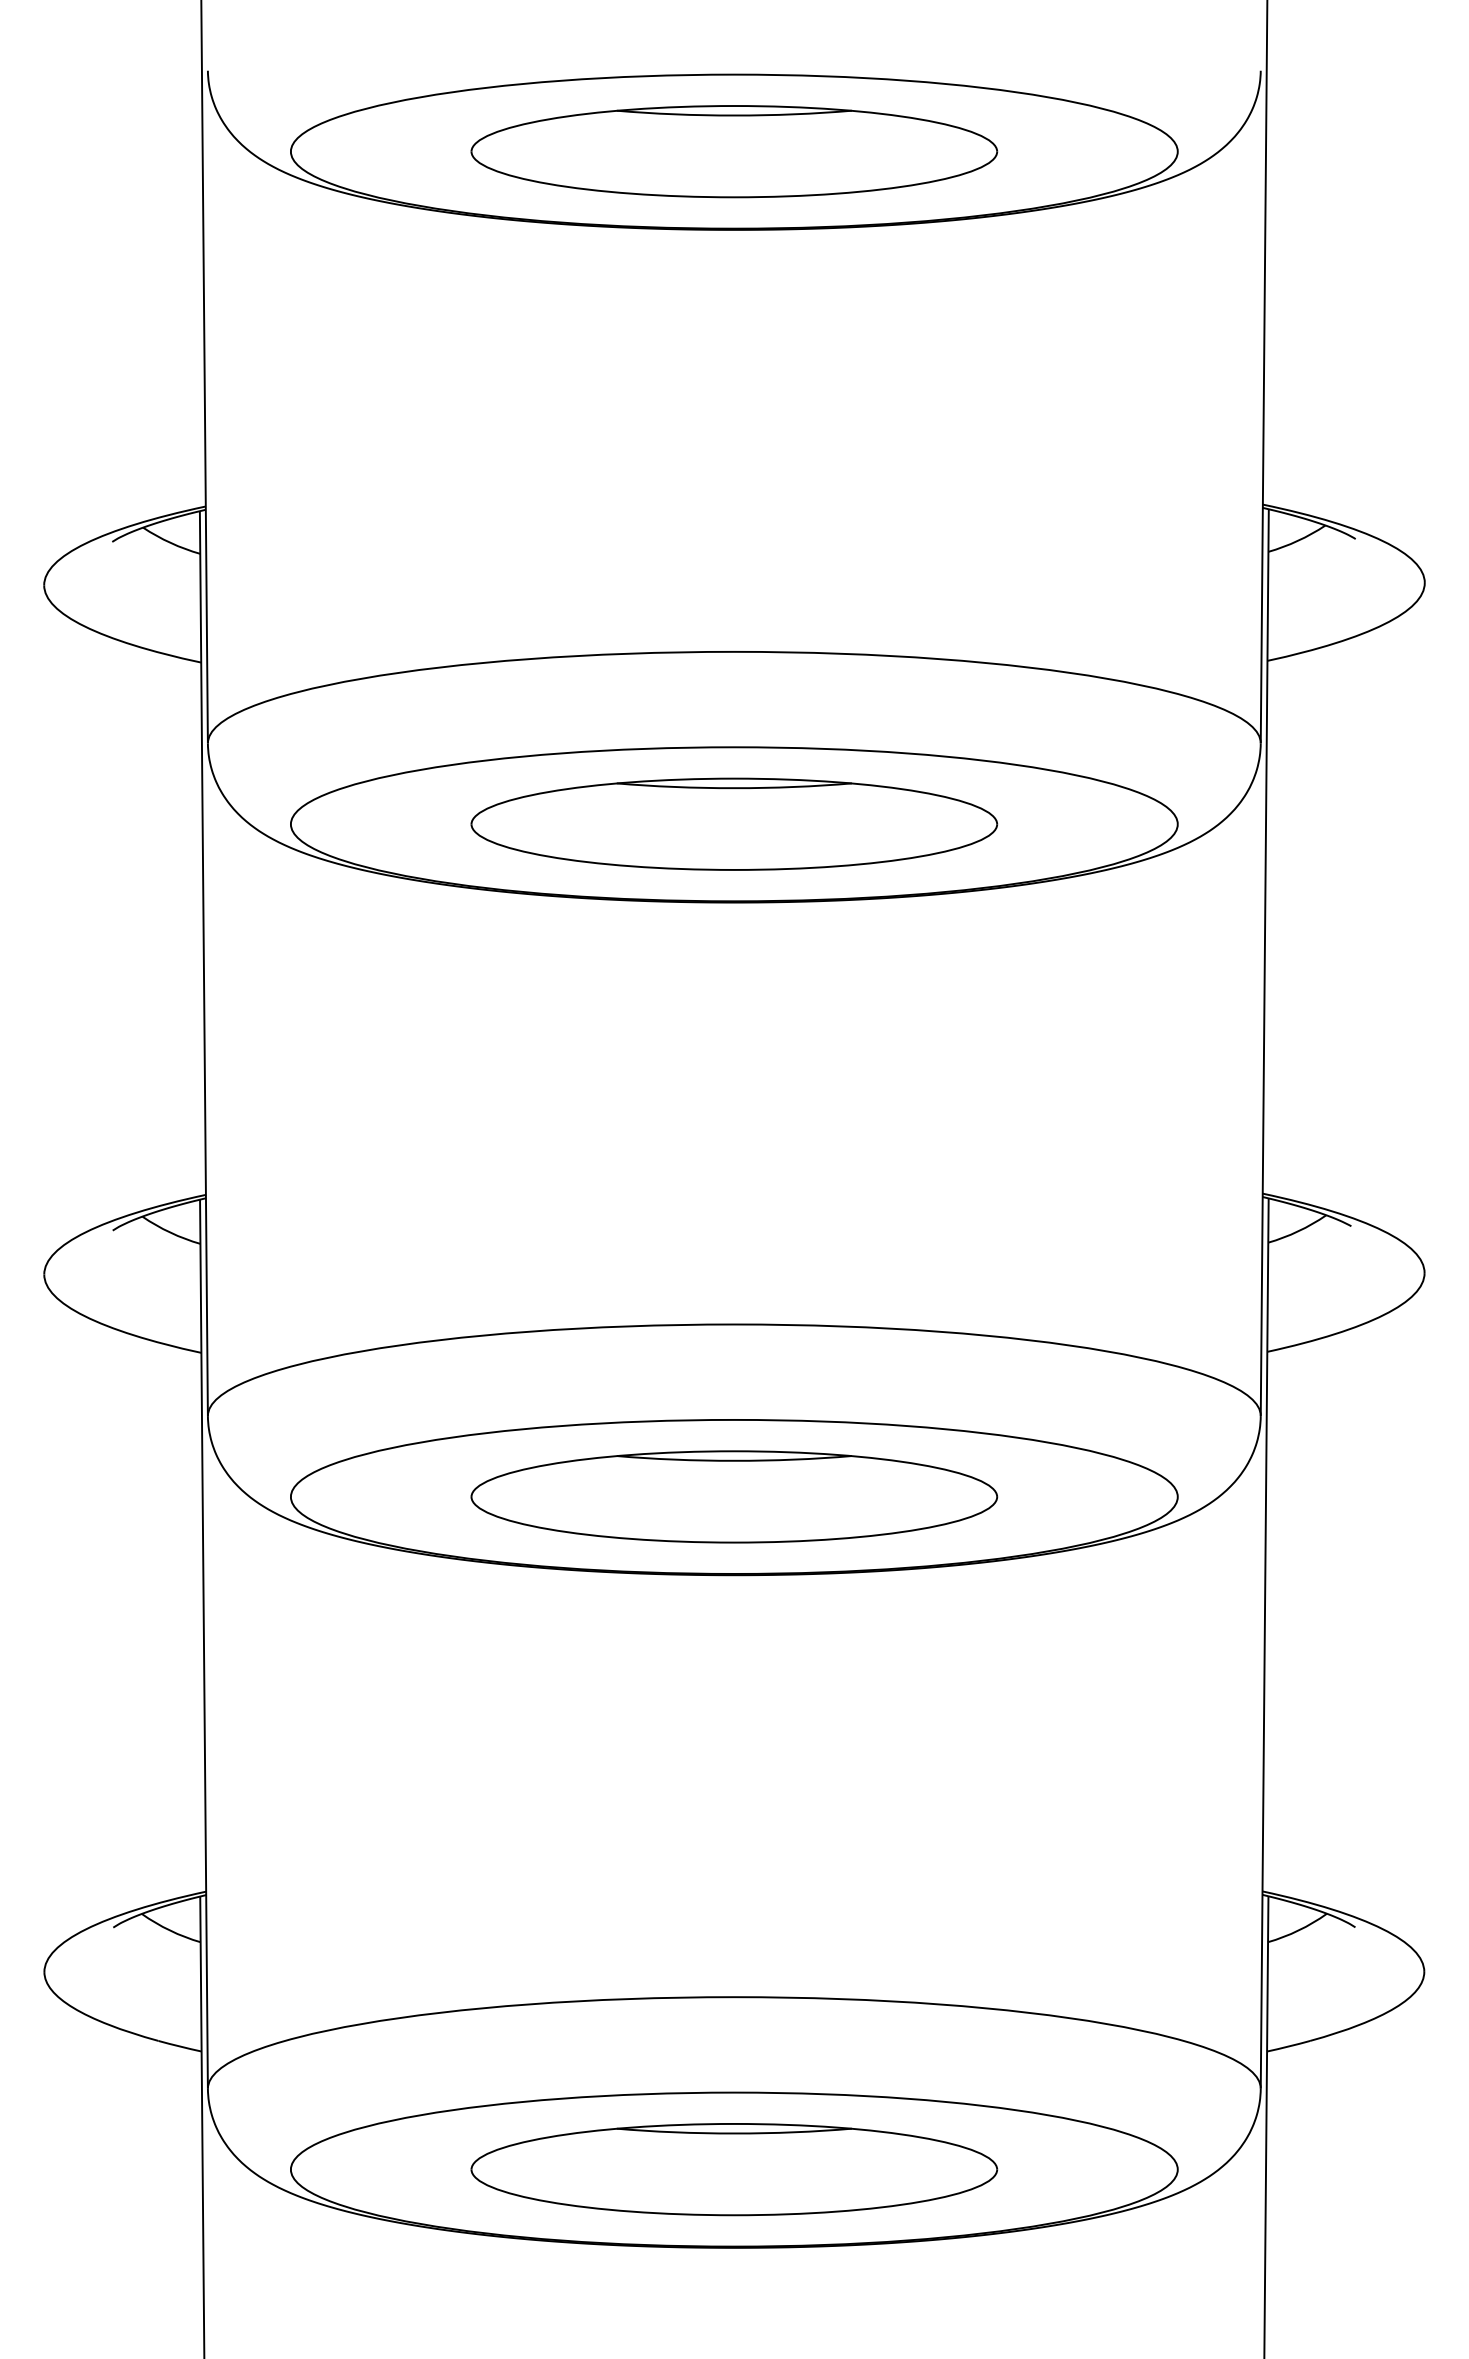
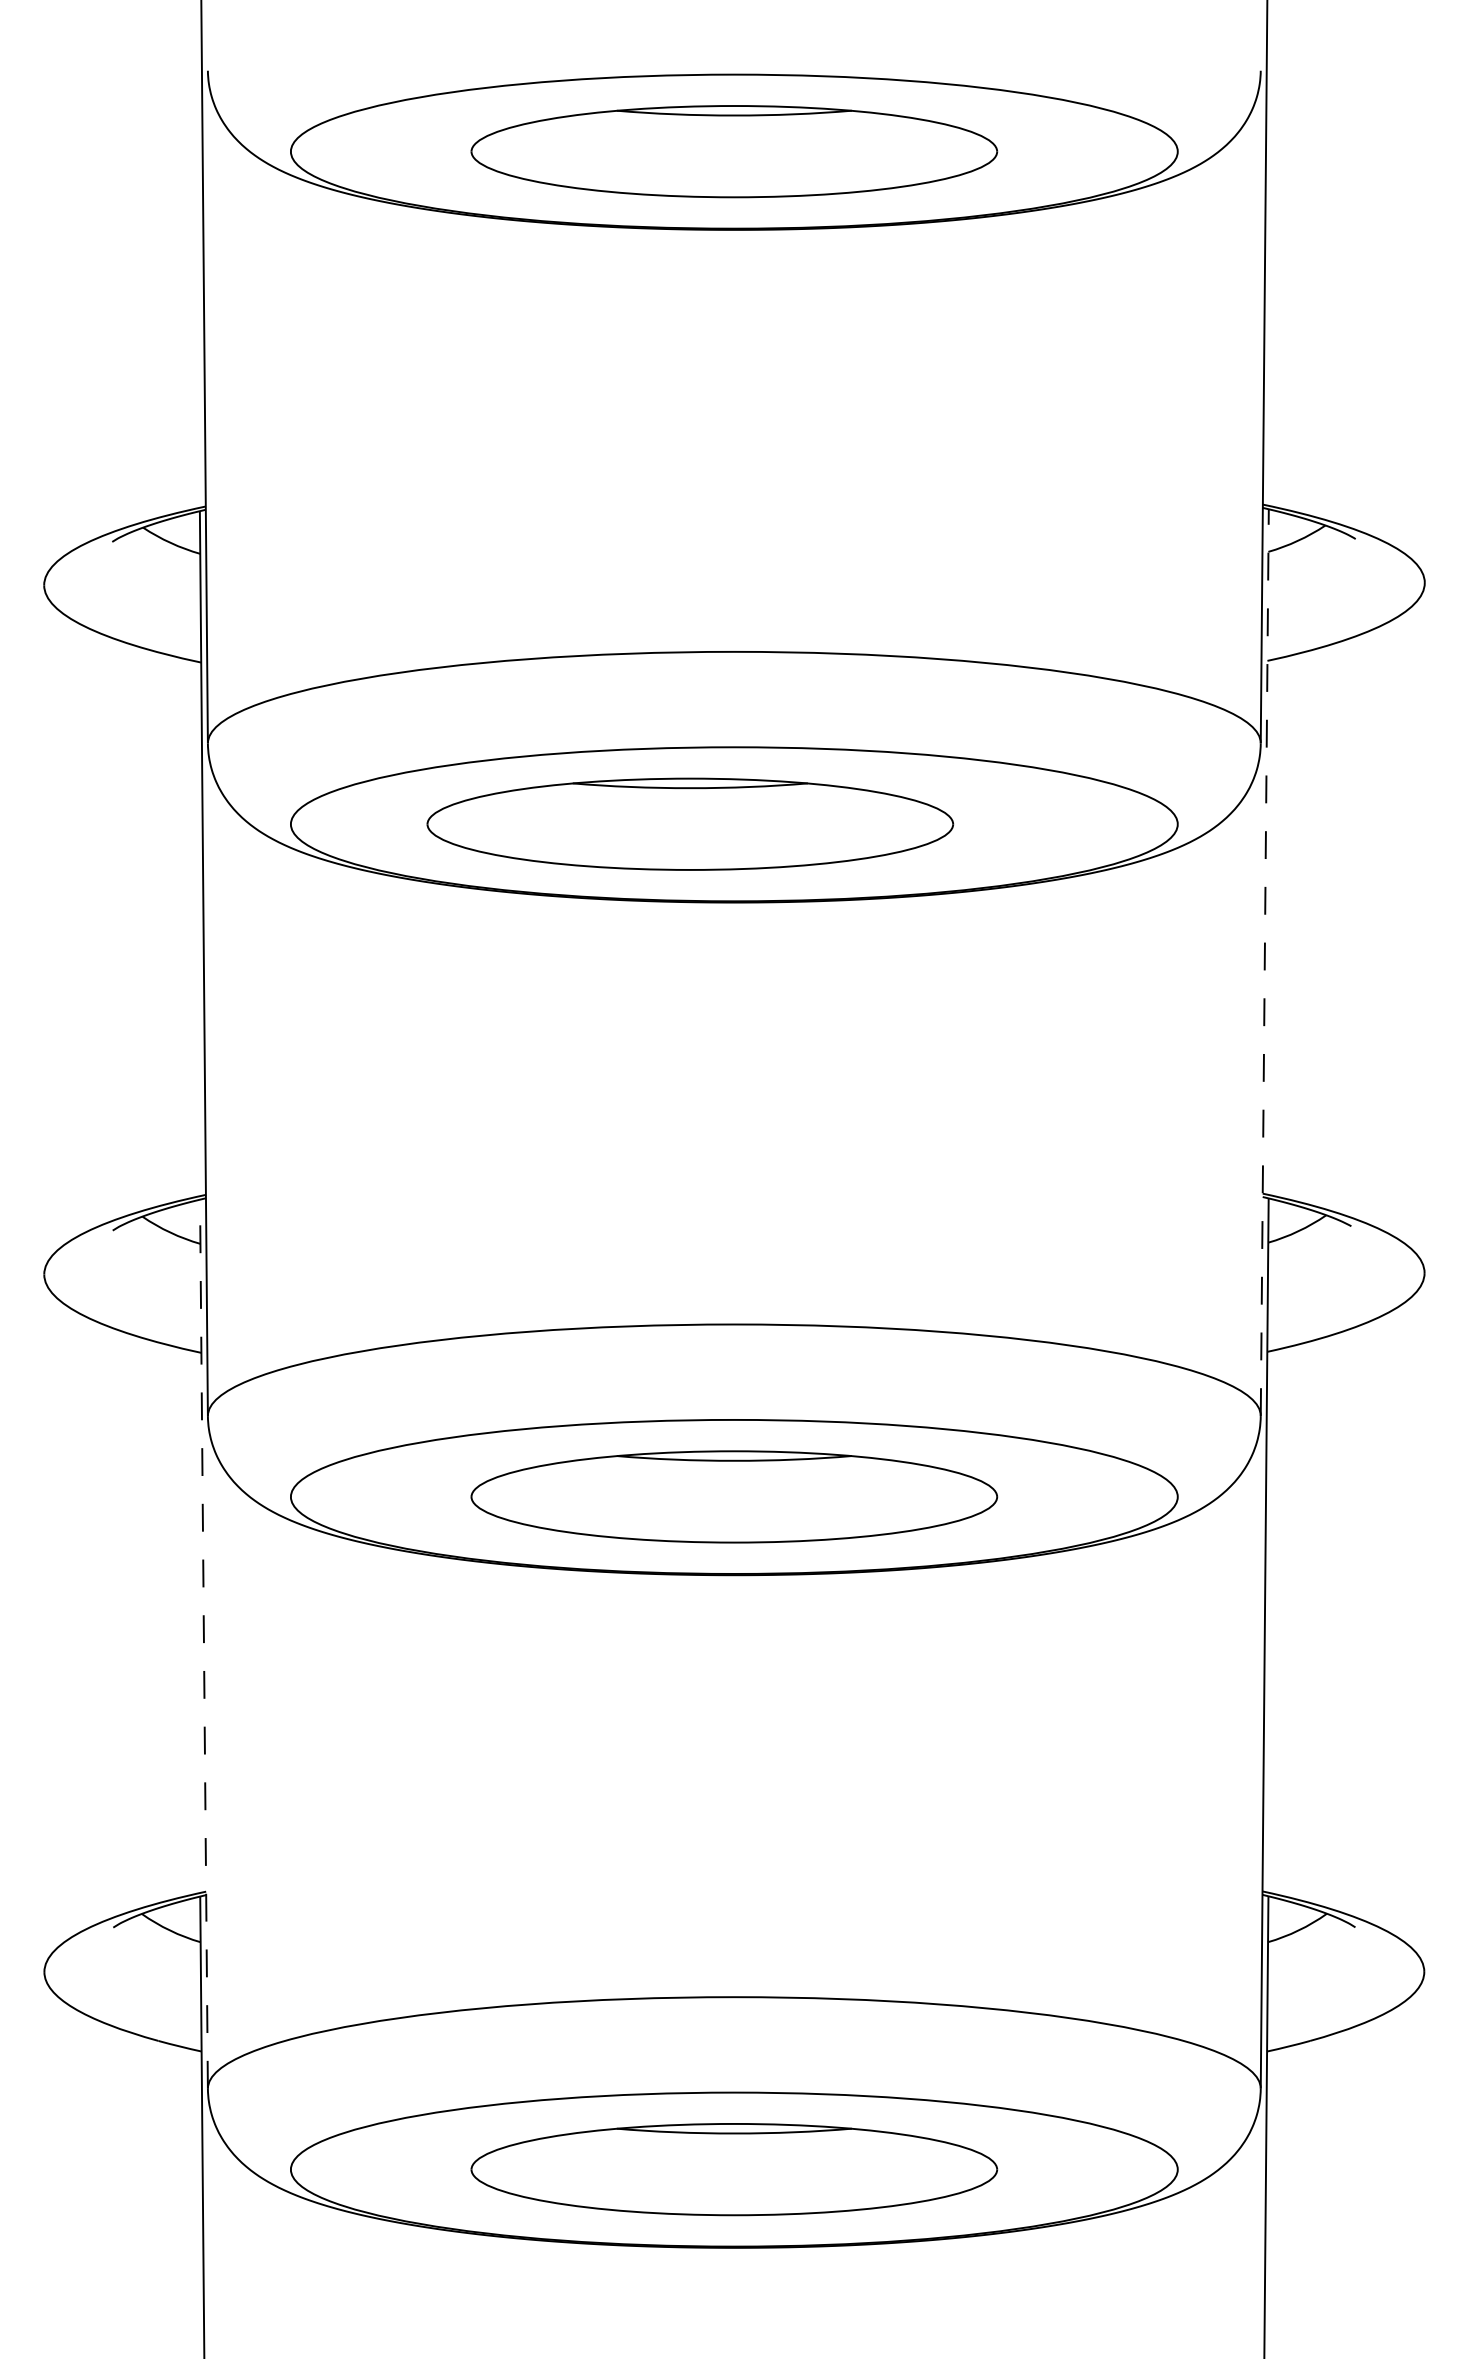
part at (734, 823) position: (734, 823) -> (690, 823)
line at (1264, 962): solid -> dashed
line at (203, 1644): solid -> dashed
